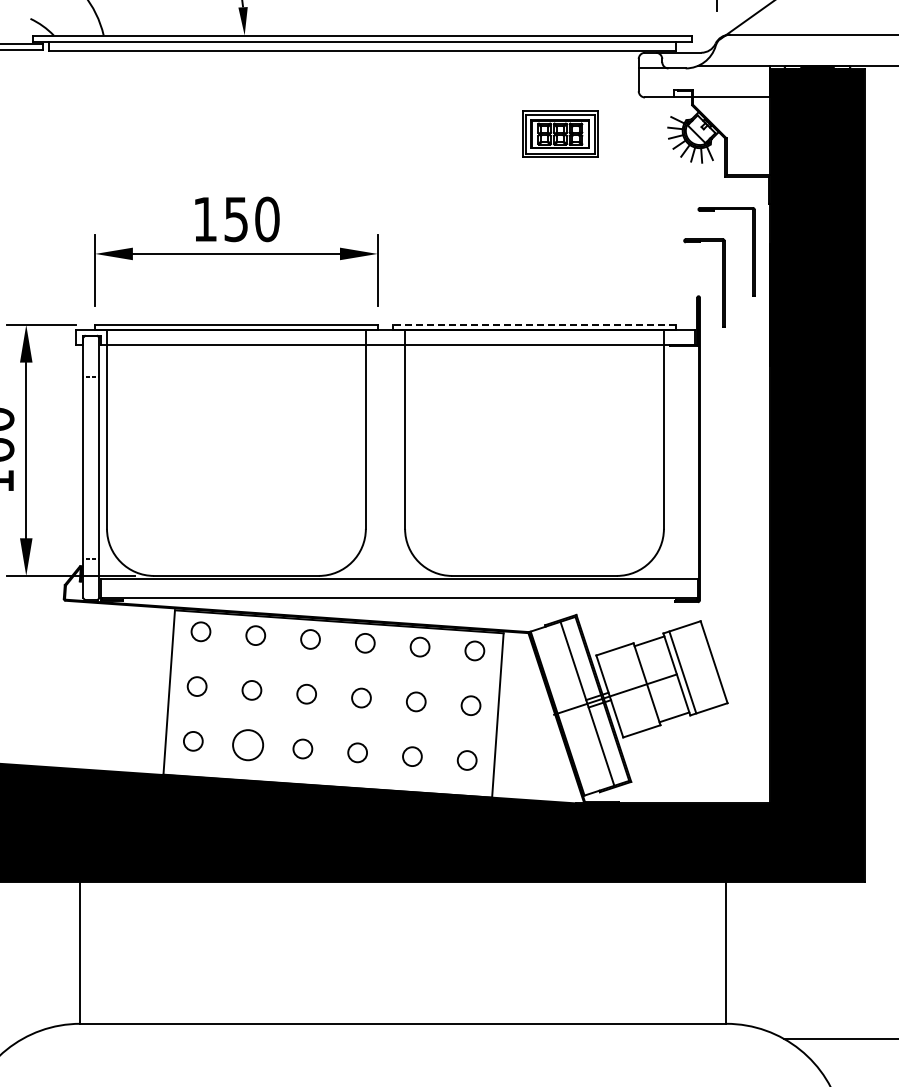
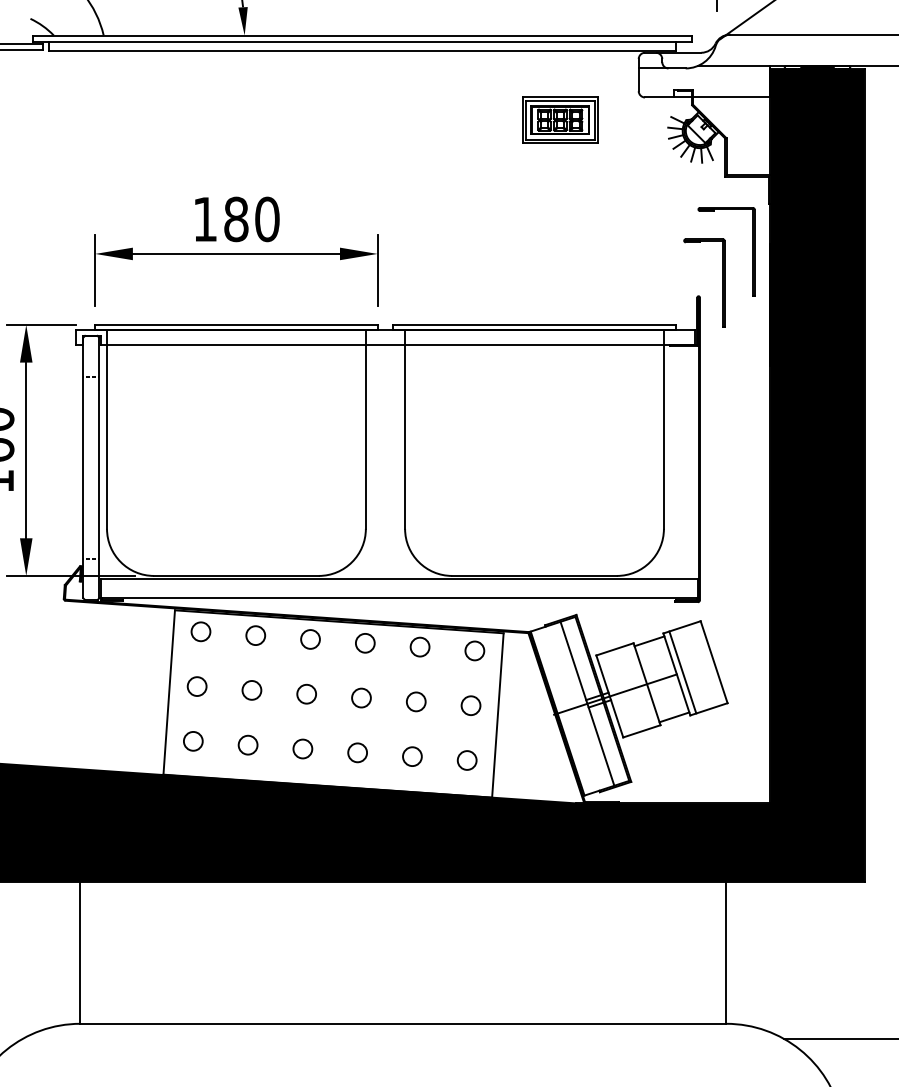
part at (560, 133) position: (560, 133) -> (560, 119)
text at (236, 219): 150 -> 180
line at (534, 324): dashed -> solid
circle at (248, 745) diameter: 30 px -> 19 px
